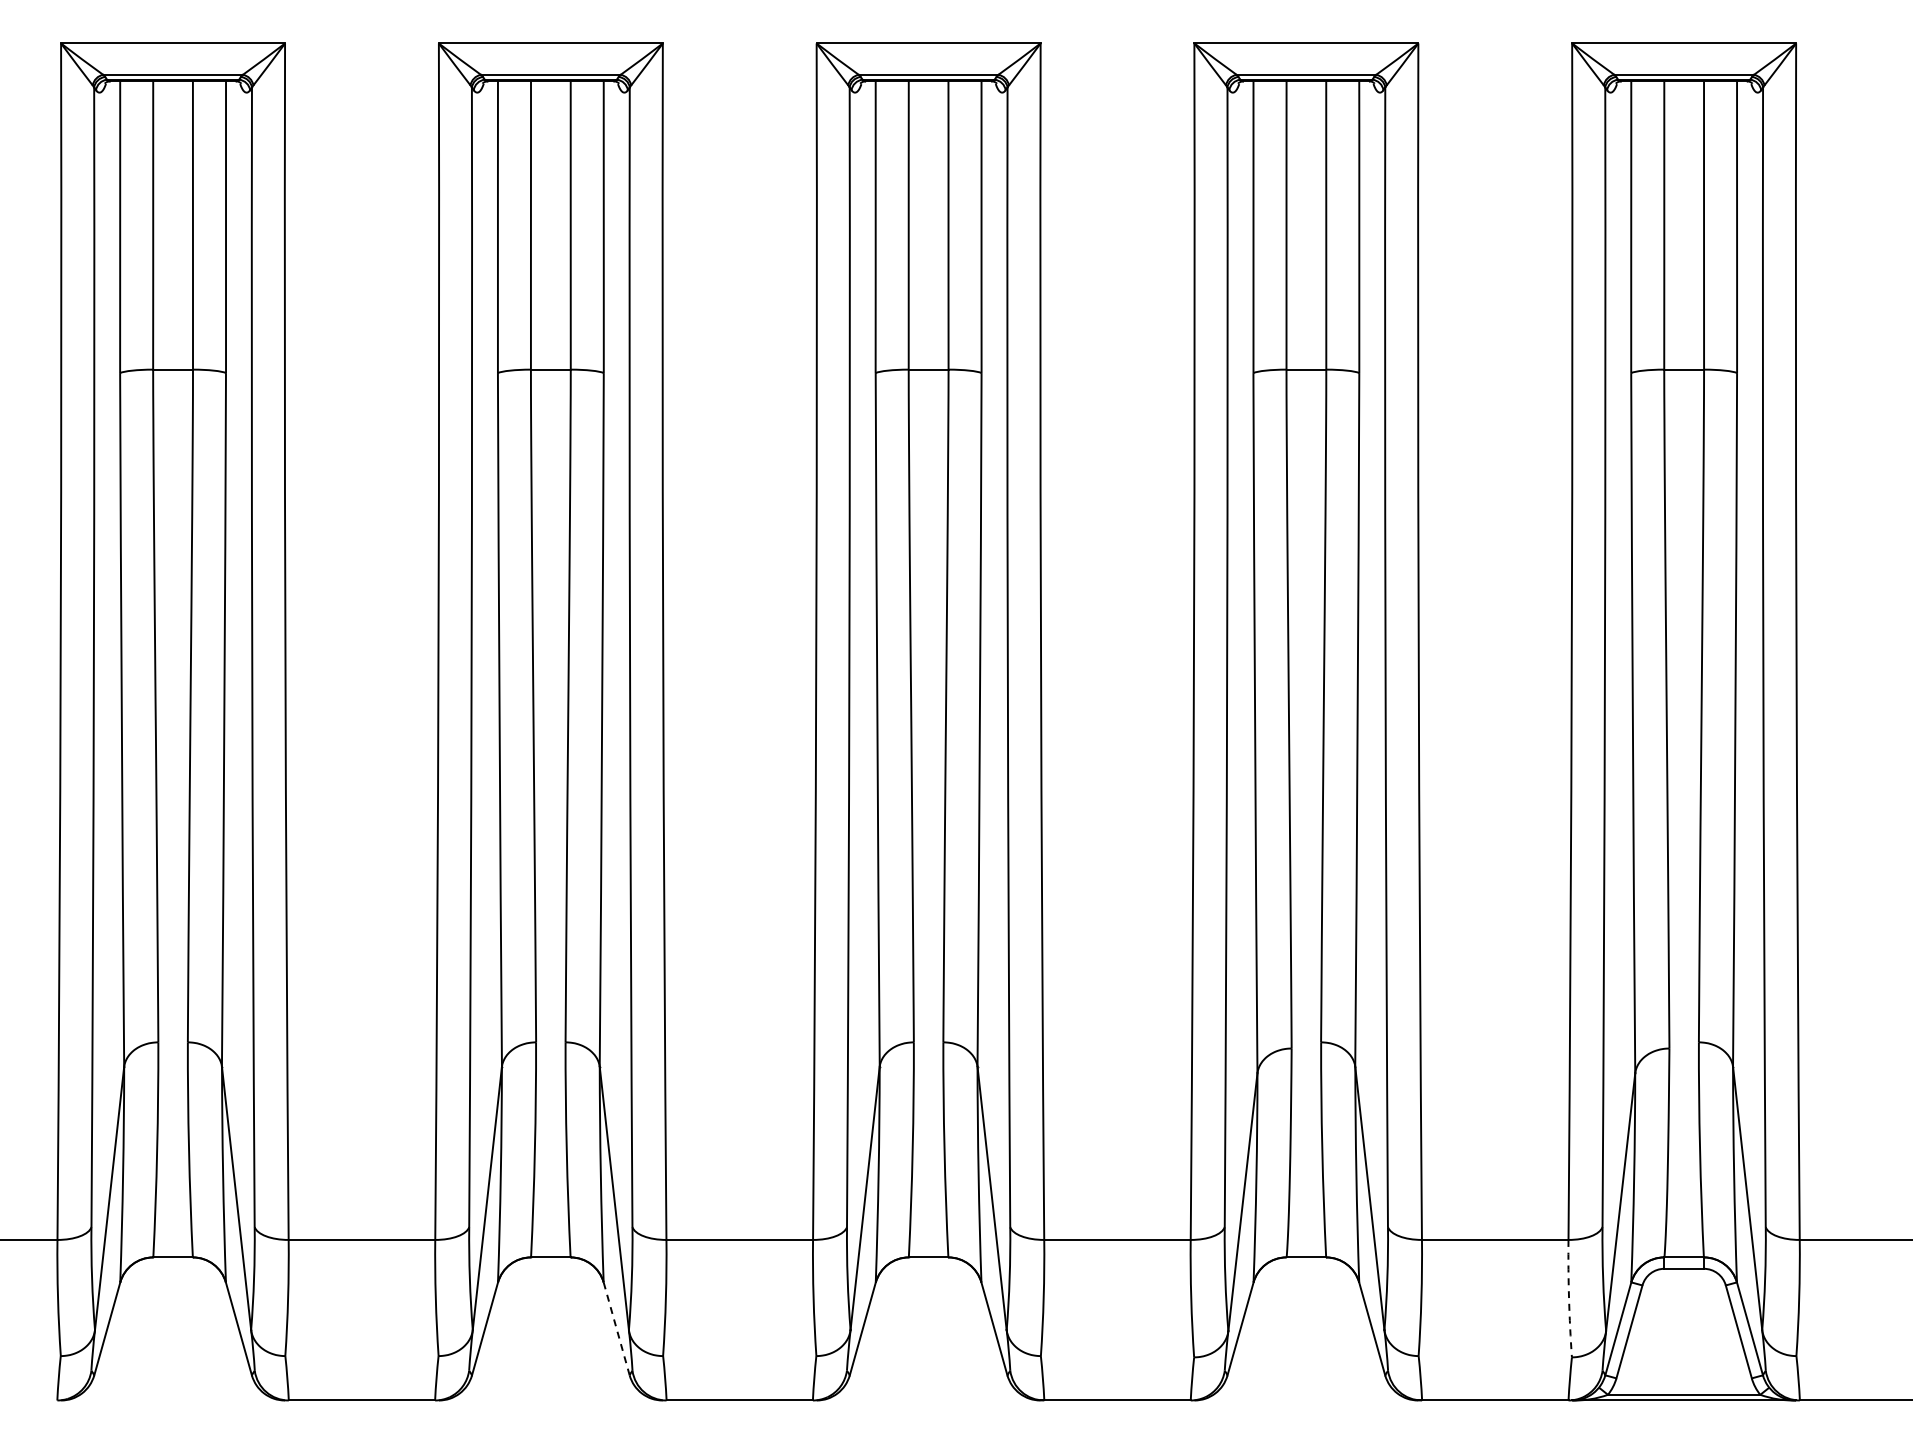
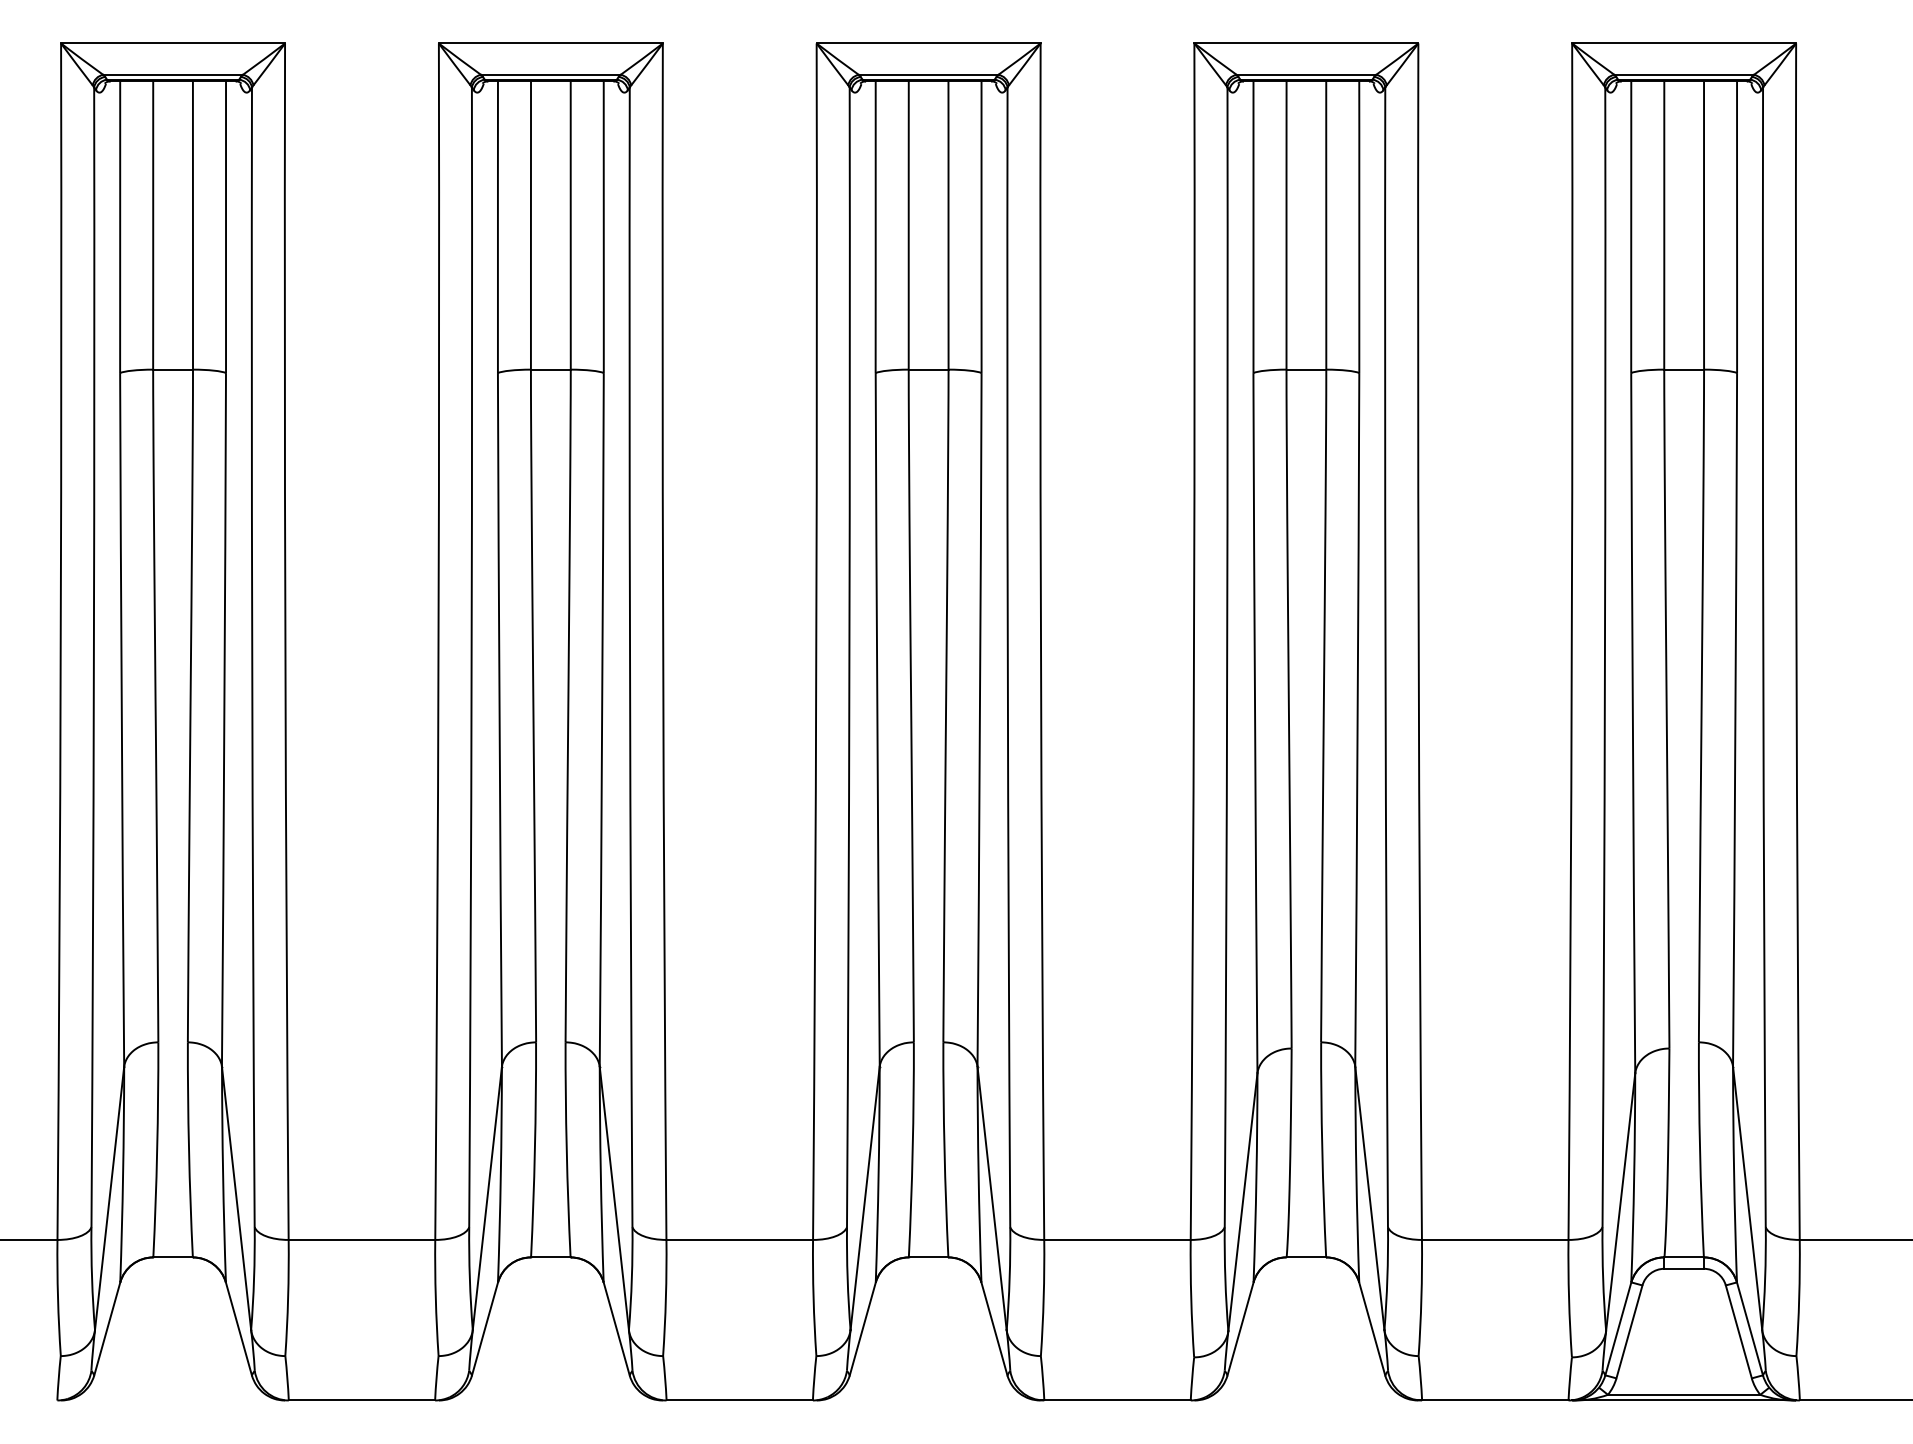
arc at (1569, 1298): dashed -> solid
line at (616, 1328): dashed -> solid
